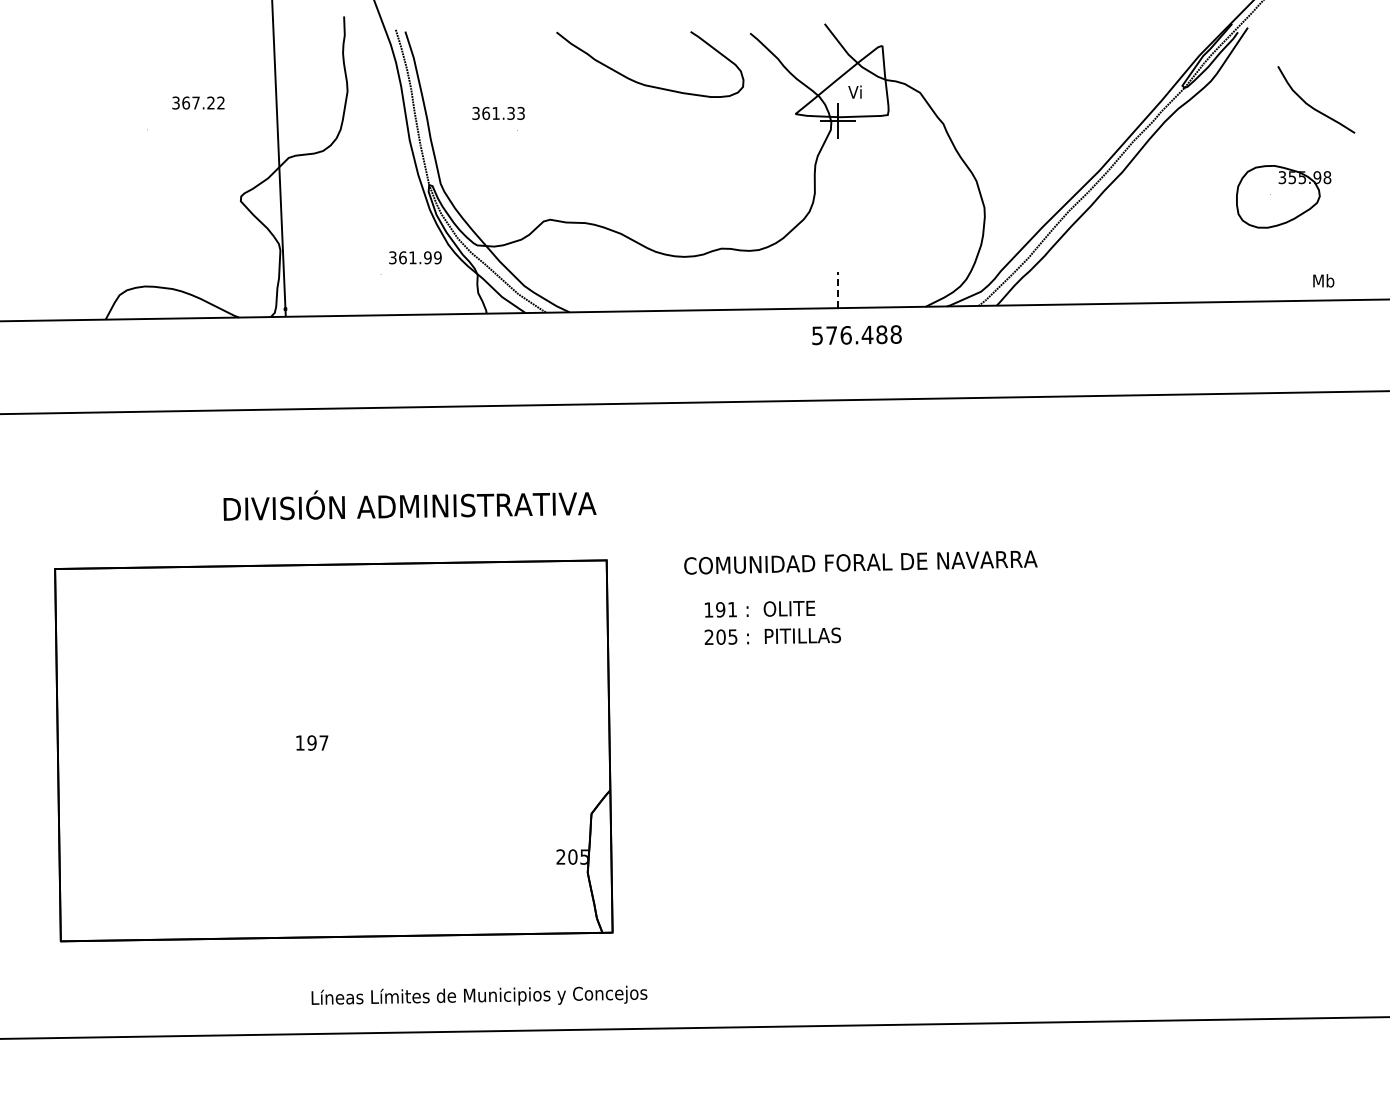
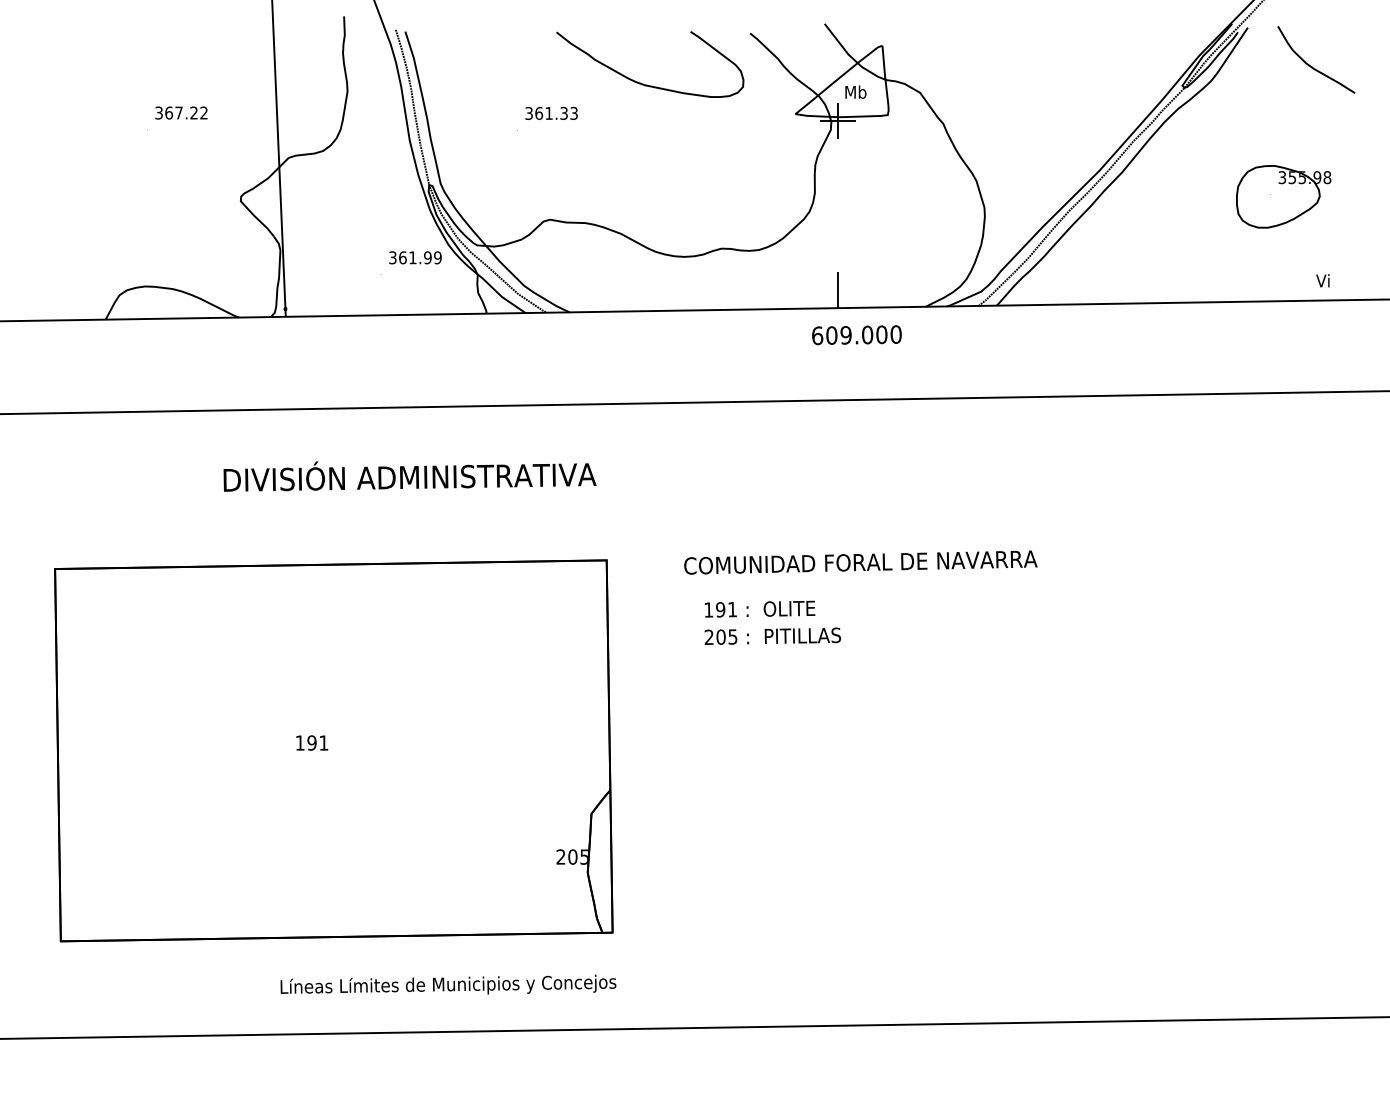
text at (855, 91): Vi -> Mb
text at (198, 102) position: (198, 102) -> (181, 112)
curve at (1312, 106) position: (1312, 106) -> (1312, 66)
text at (498, 112) position: (498, 112) -> (551, 112)
text at (1323, 280): Mb -> Vi
line at (837, 289): dashed -> solid
text at (856, 335): 576.488 -> 609.000
text at (409, 505) position: (409, 505) -> (409, 476)
text at (323, 742): 197 -> 191
text at (479, 995) position: (479, 995) -> (448, 984)
